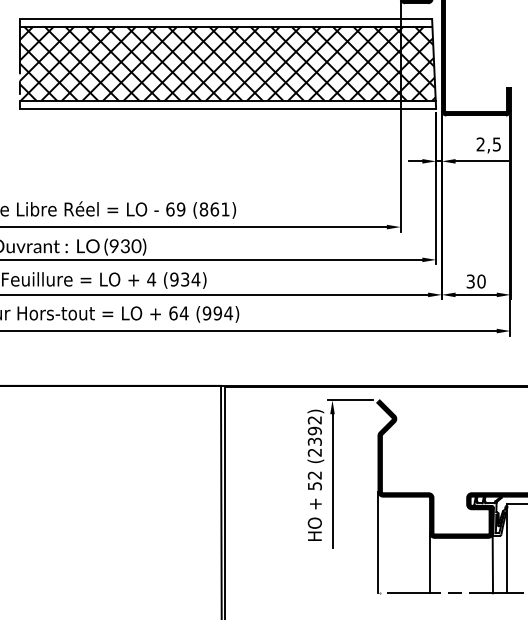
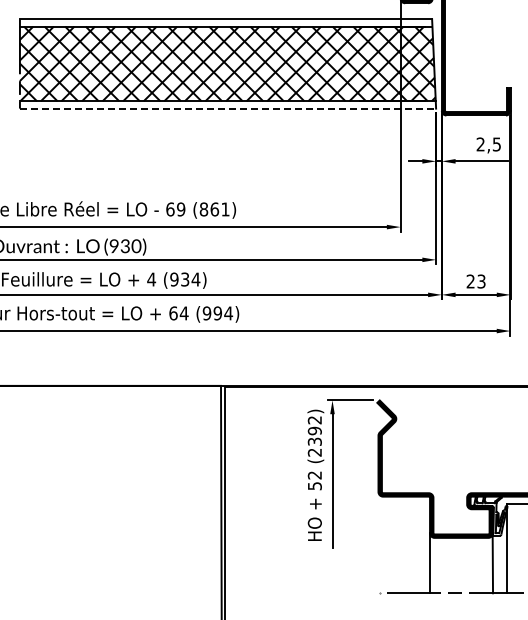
line at (228, 108): solid -> dashed
text at (475, 281): 30 -> 23
line at (378, 542): present -> none
